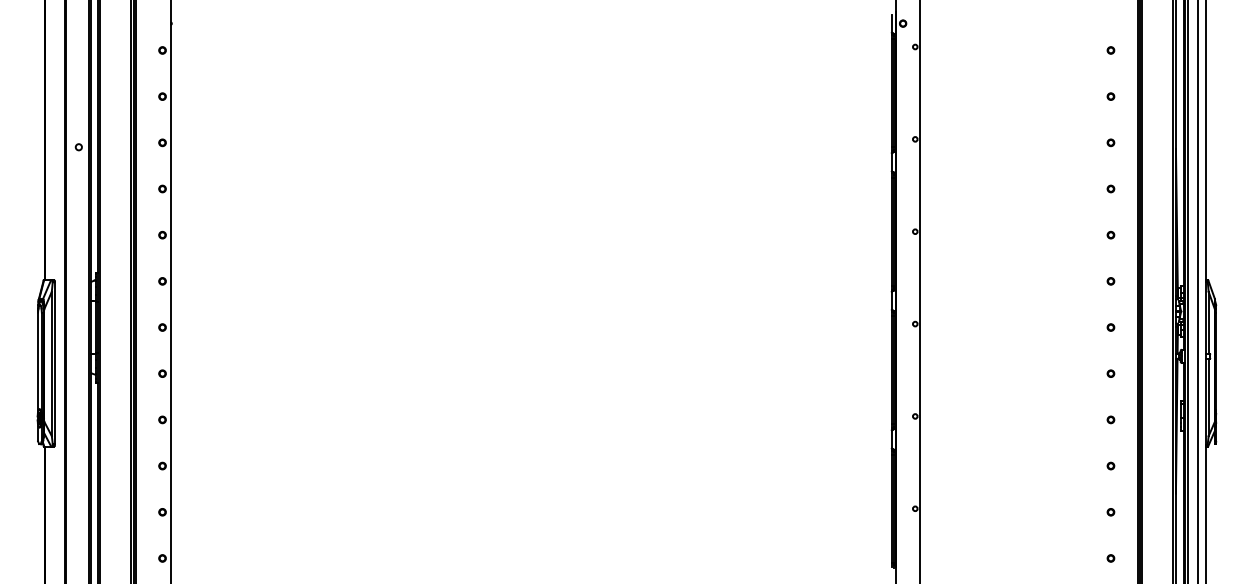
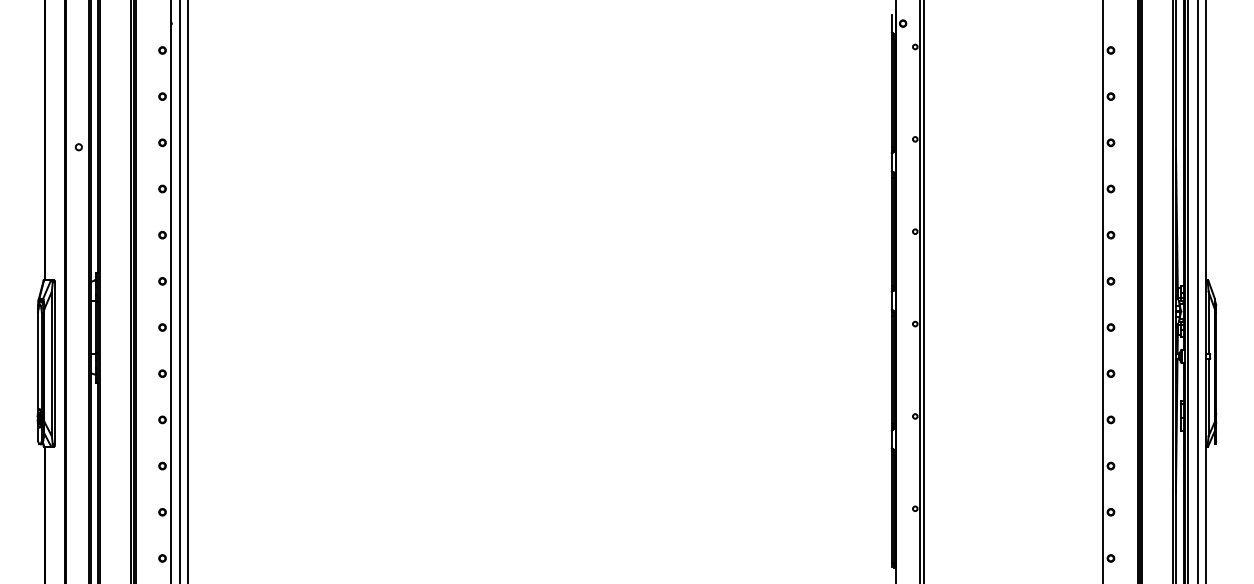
line at (179, 291): none -> present
line at (188, 291): none -> present
line at (924, 291): none -> present
line at (1102, 291): none -> present
